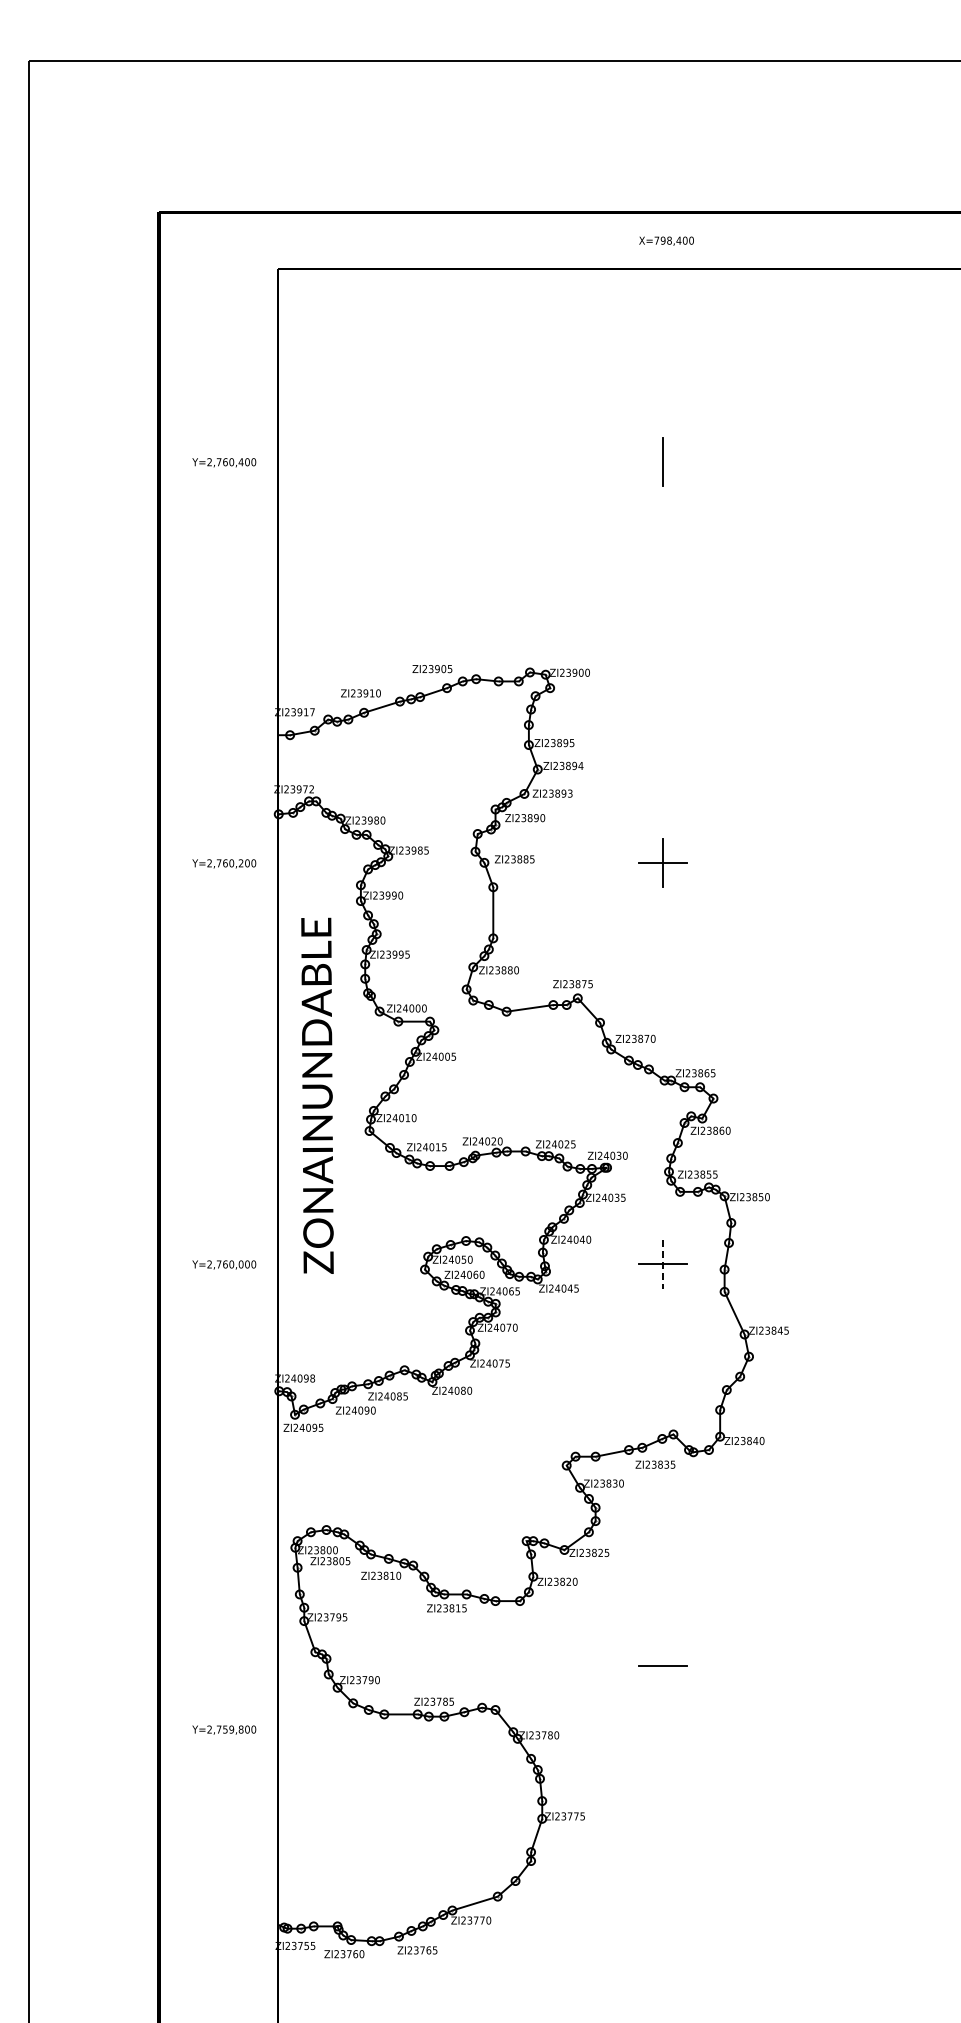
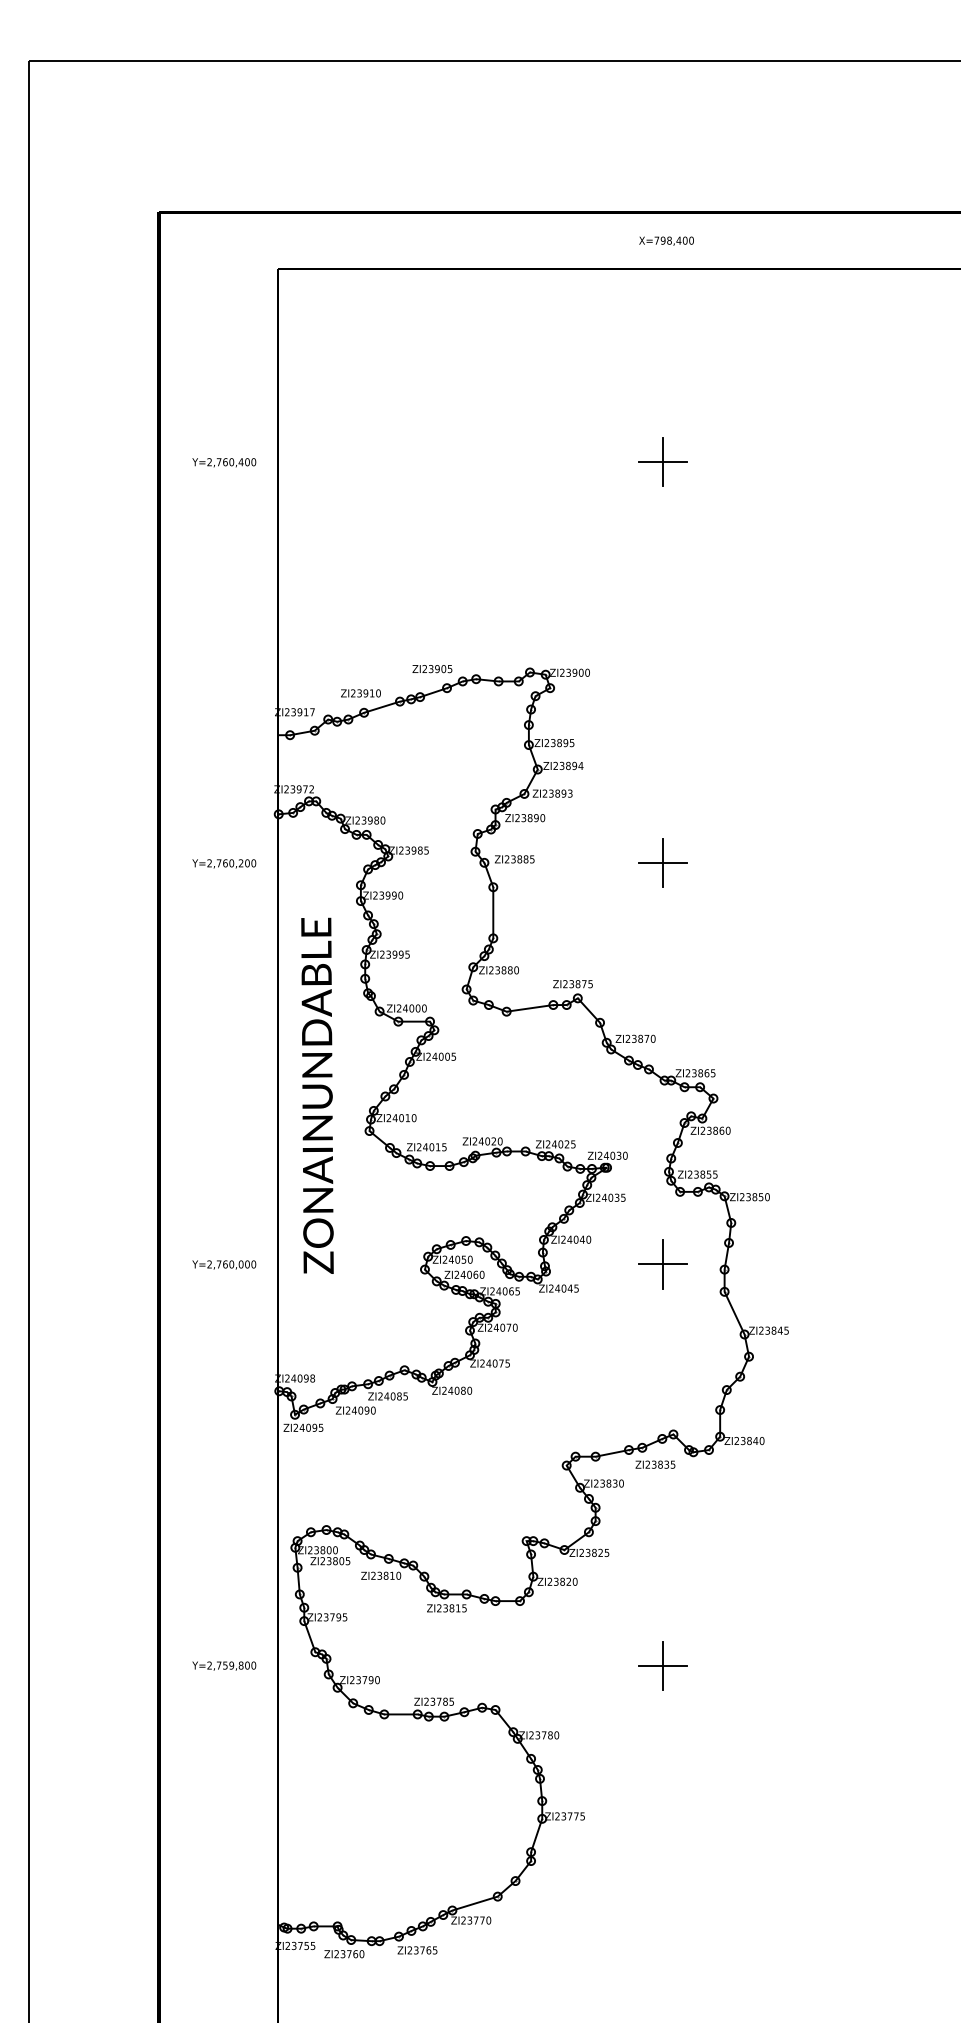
line at (662, 462): none -> present
line at (662, 1264): dashed -> solid
line at (662, 1665): none -> present
text at (224, 1729) position: (224, 1729) -> (224, 1665)
